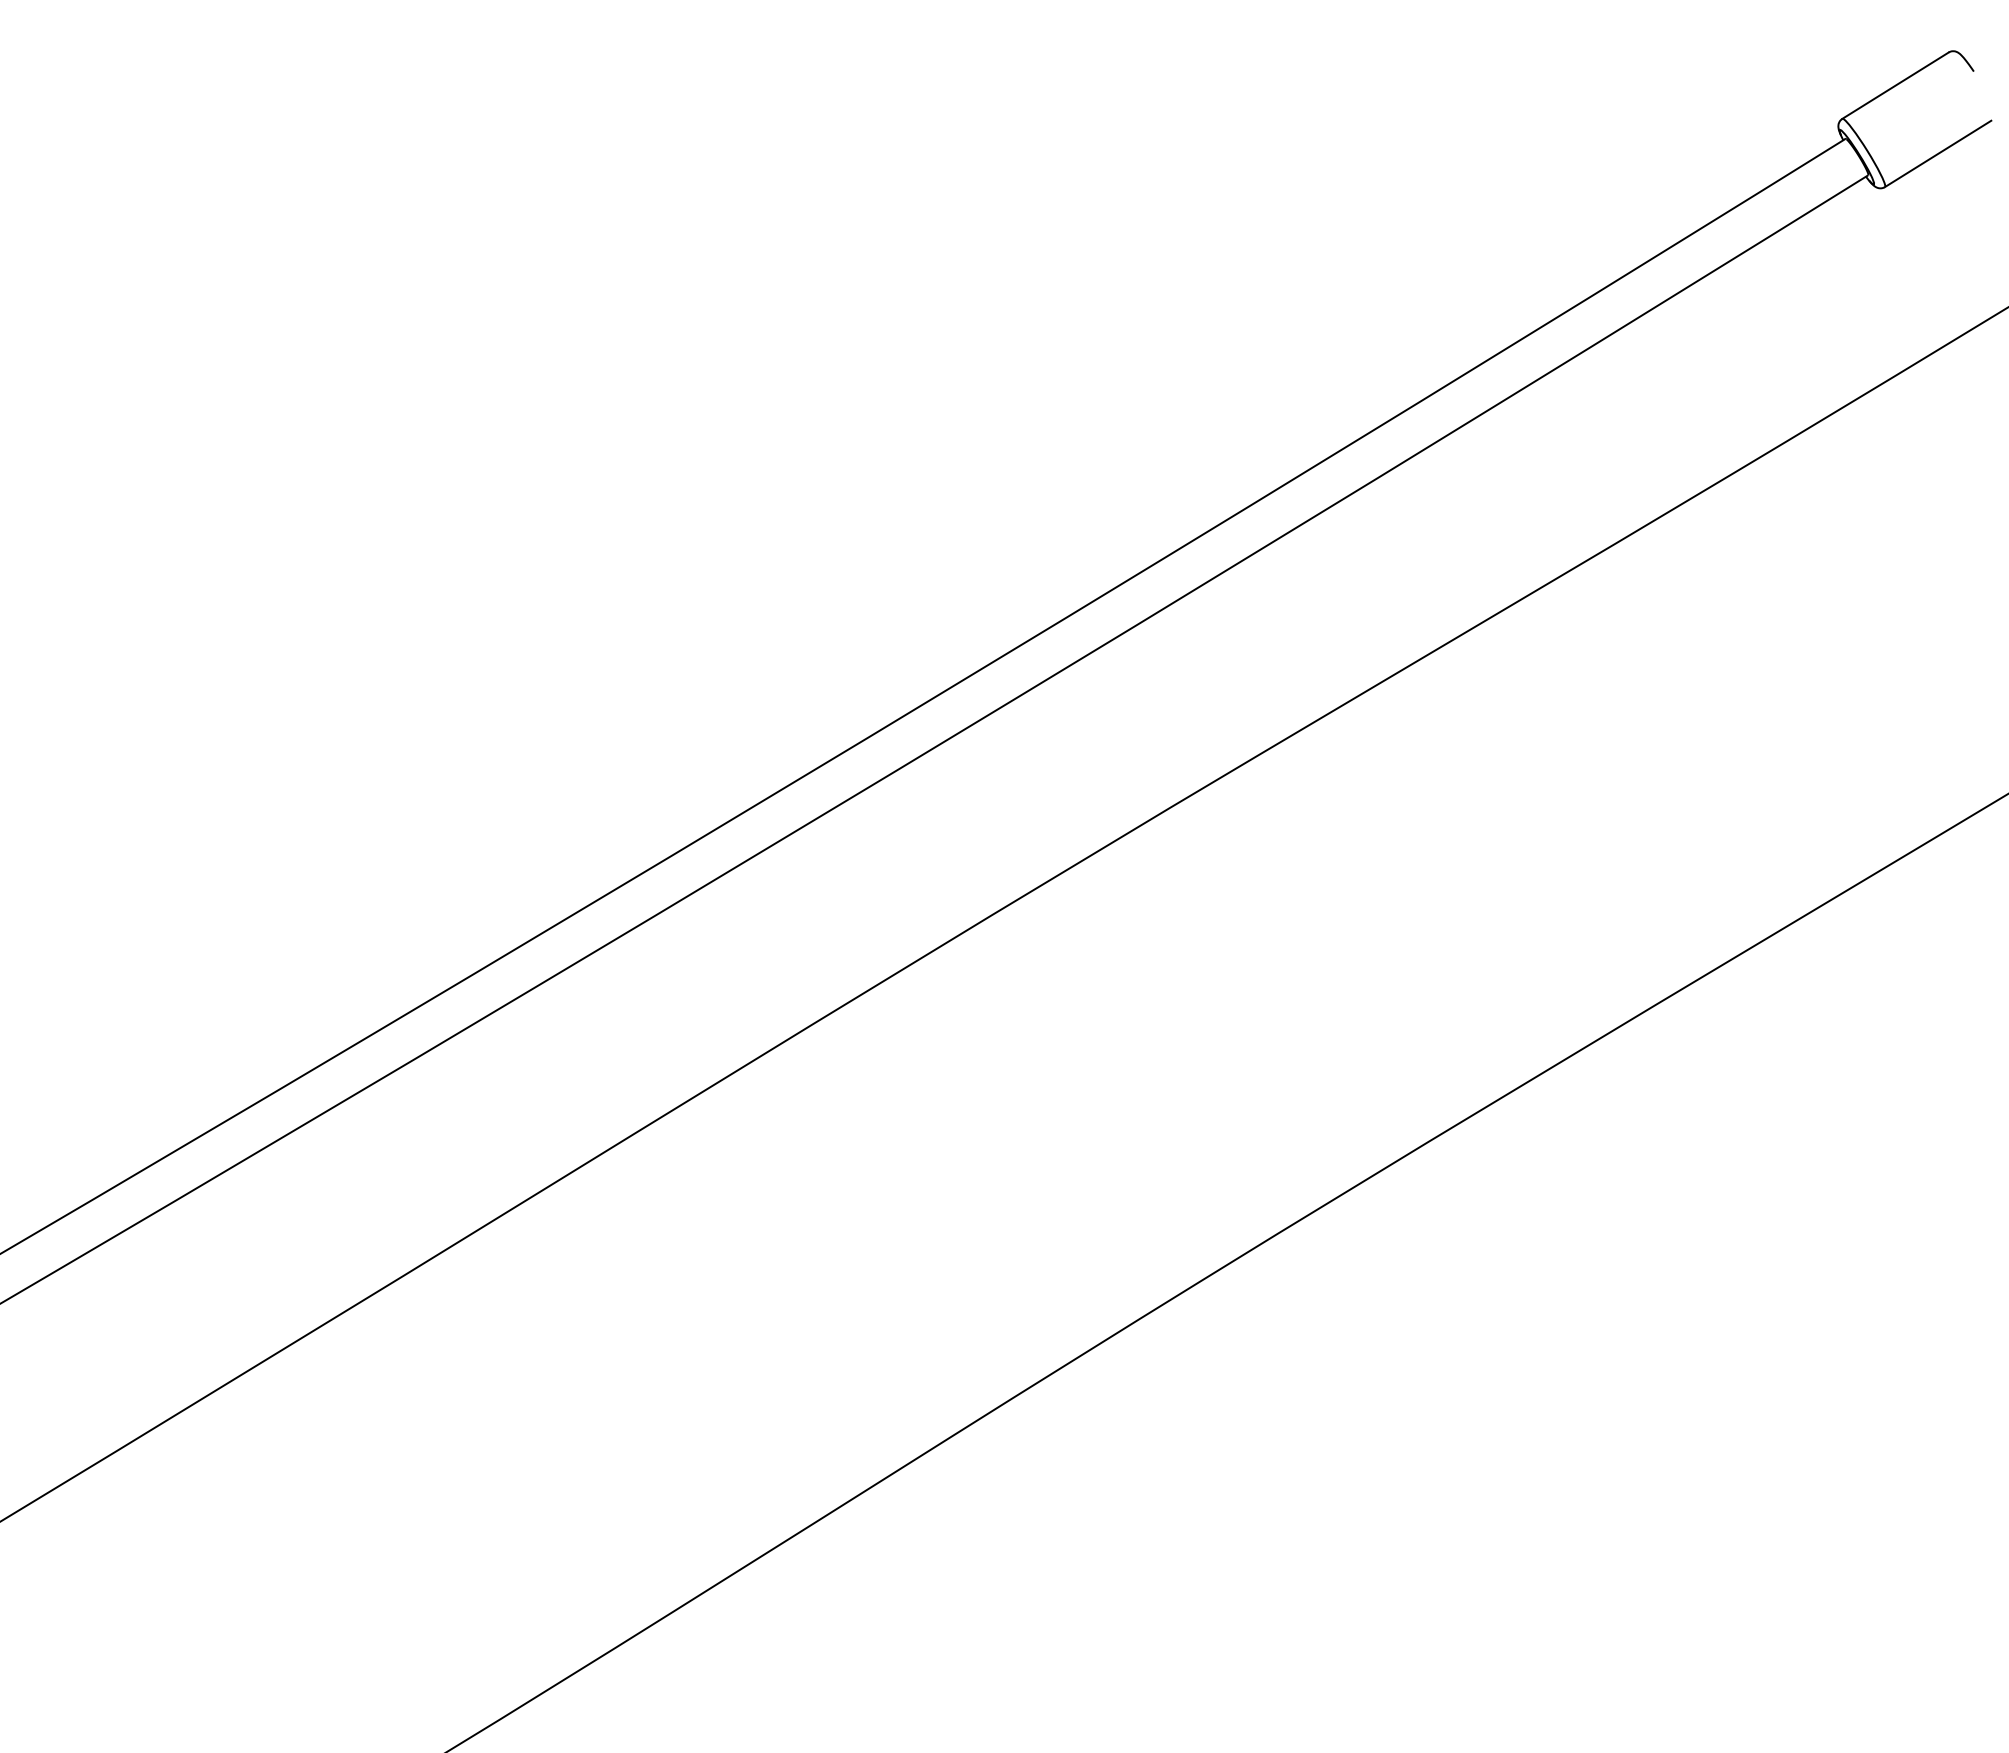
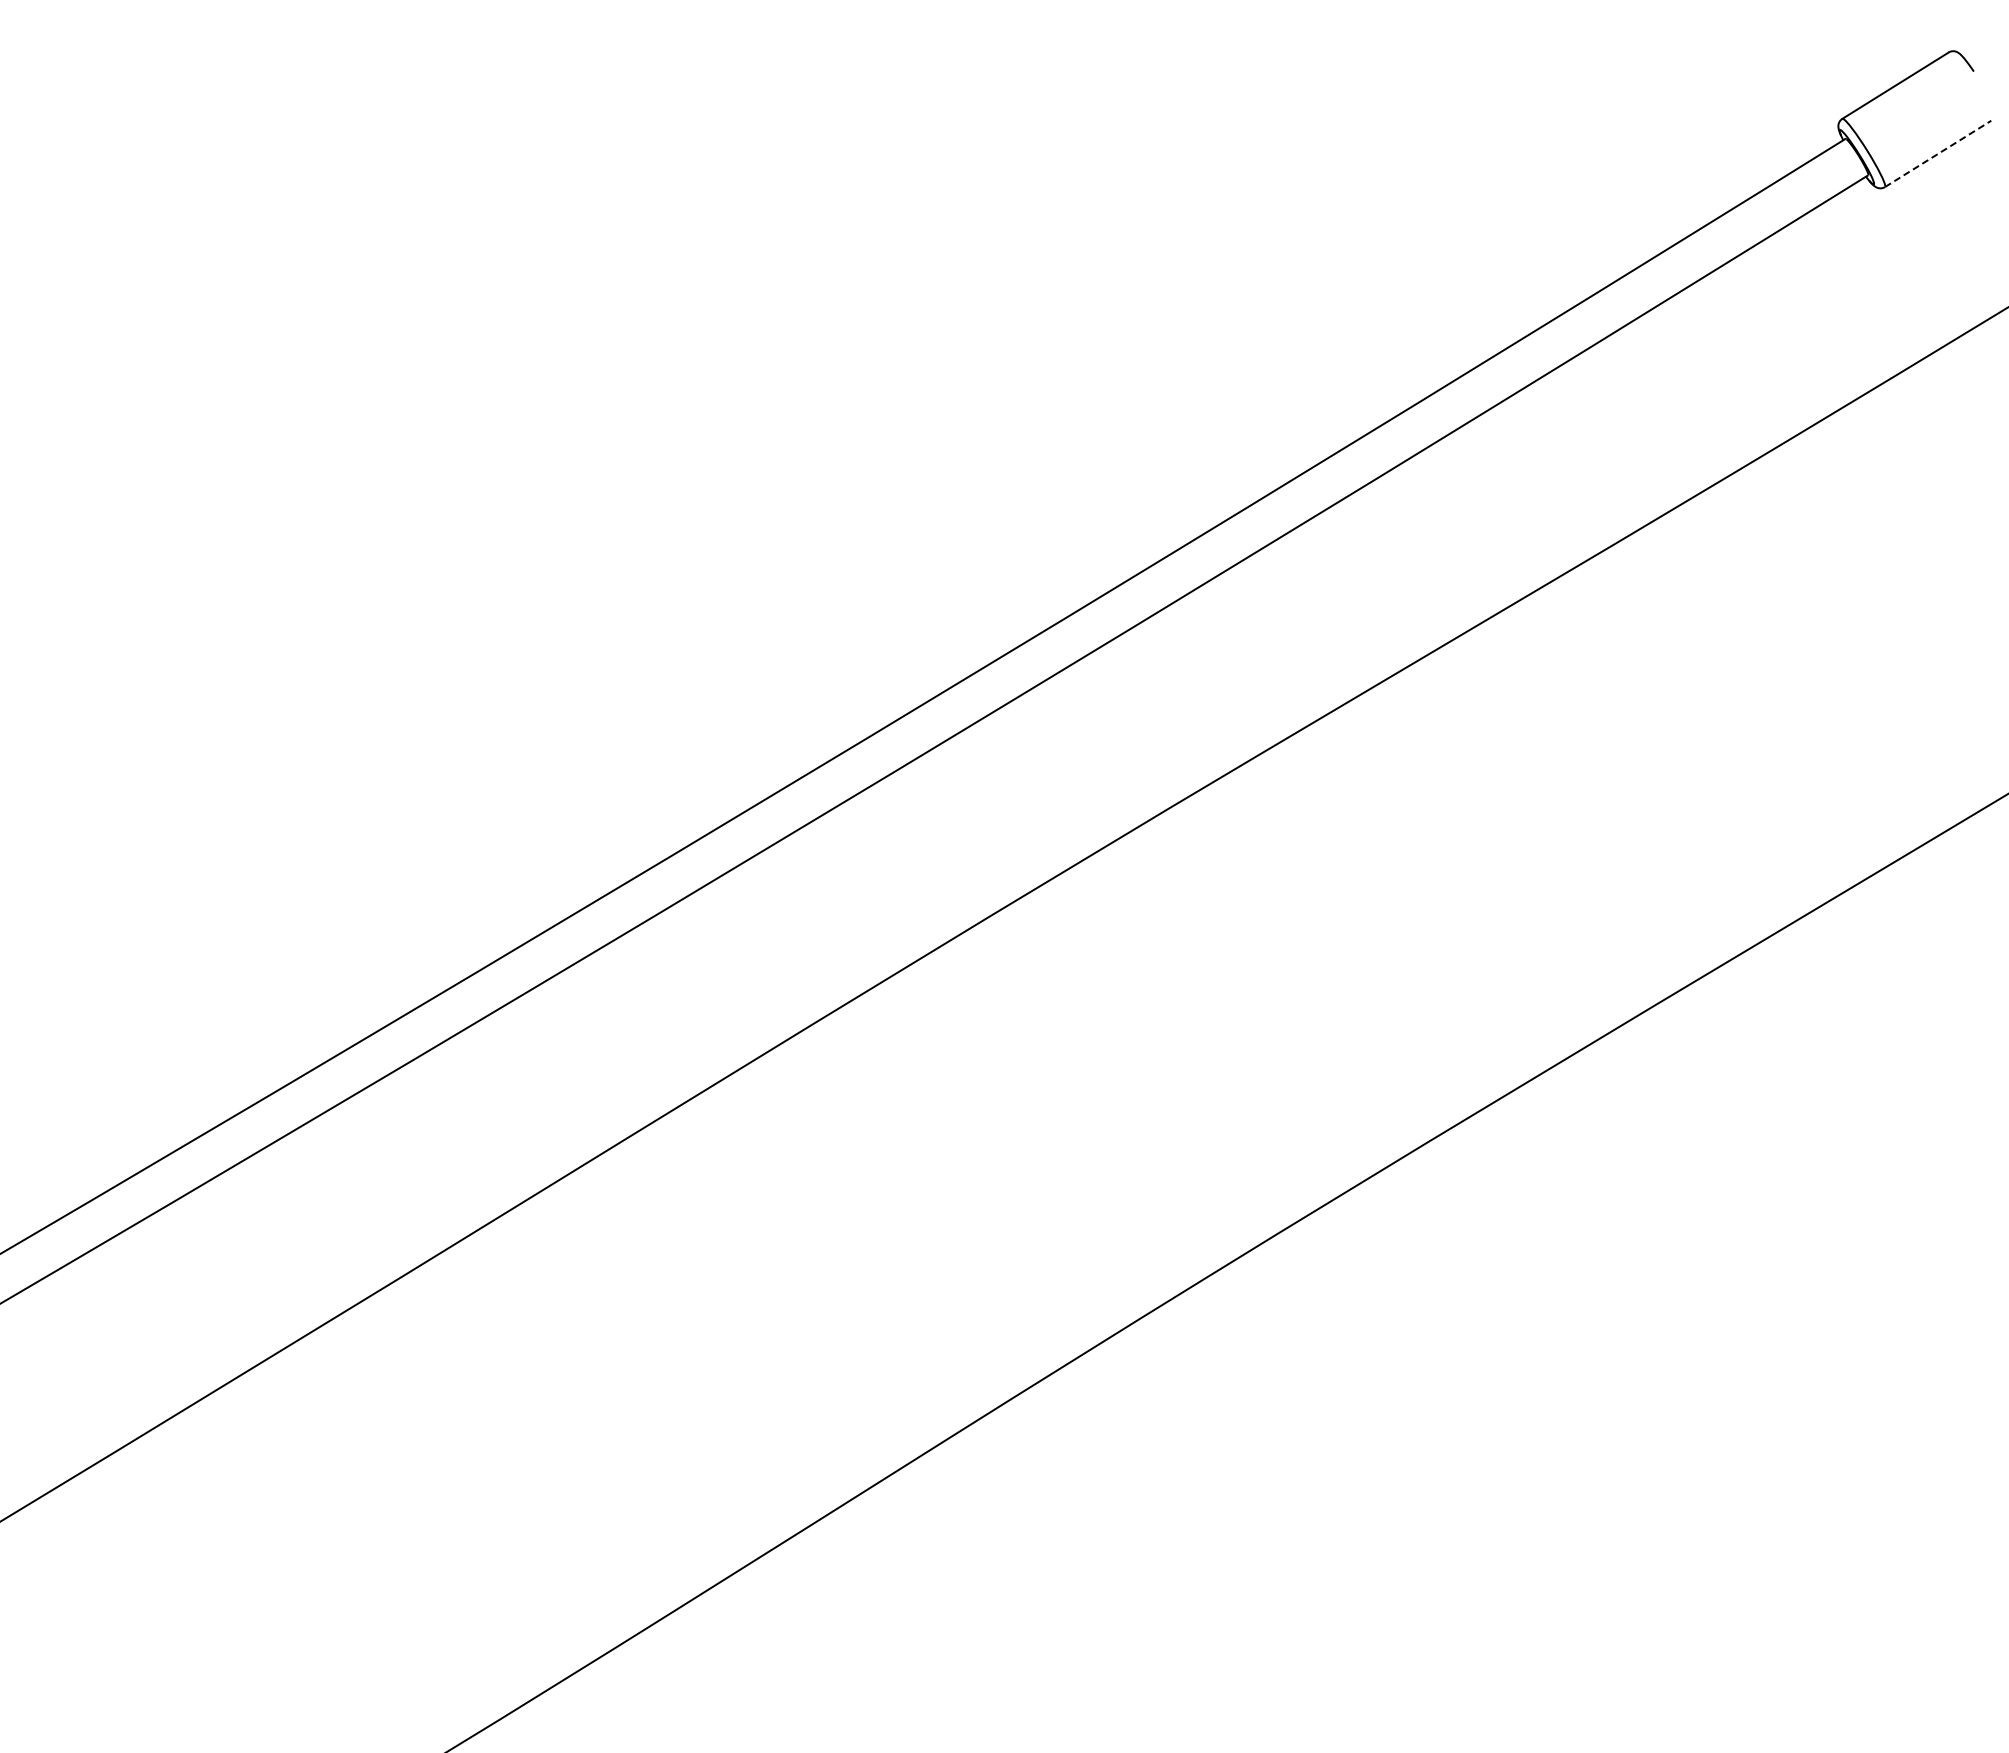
line at (1938, 153): solid -> dashed
